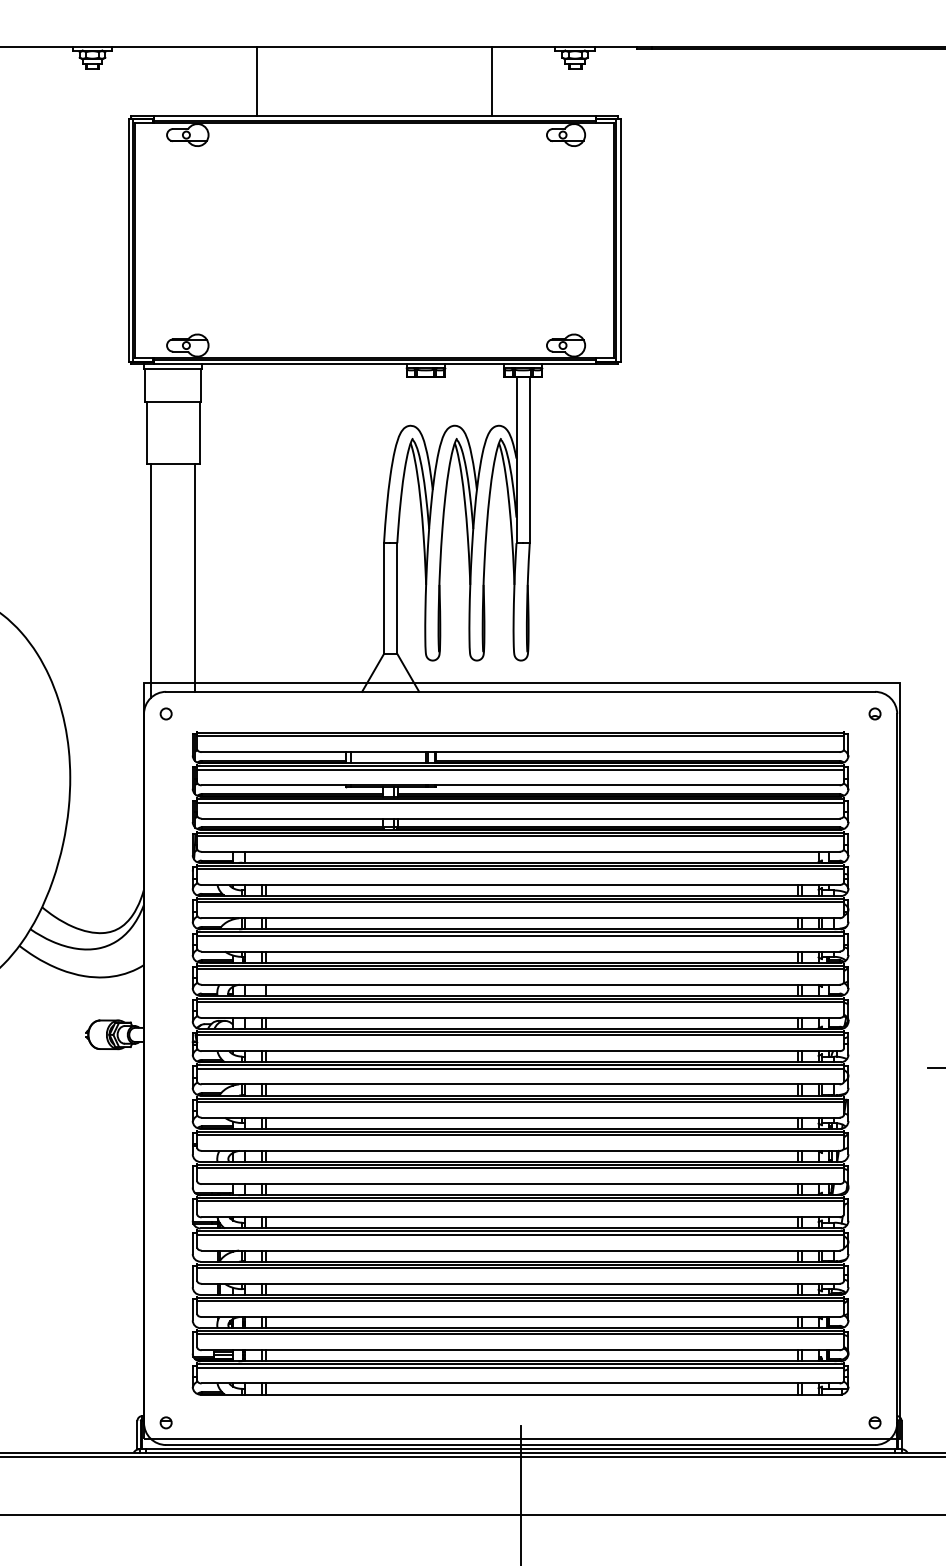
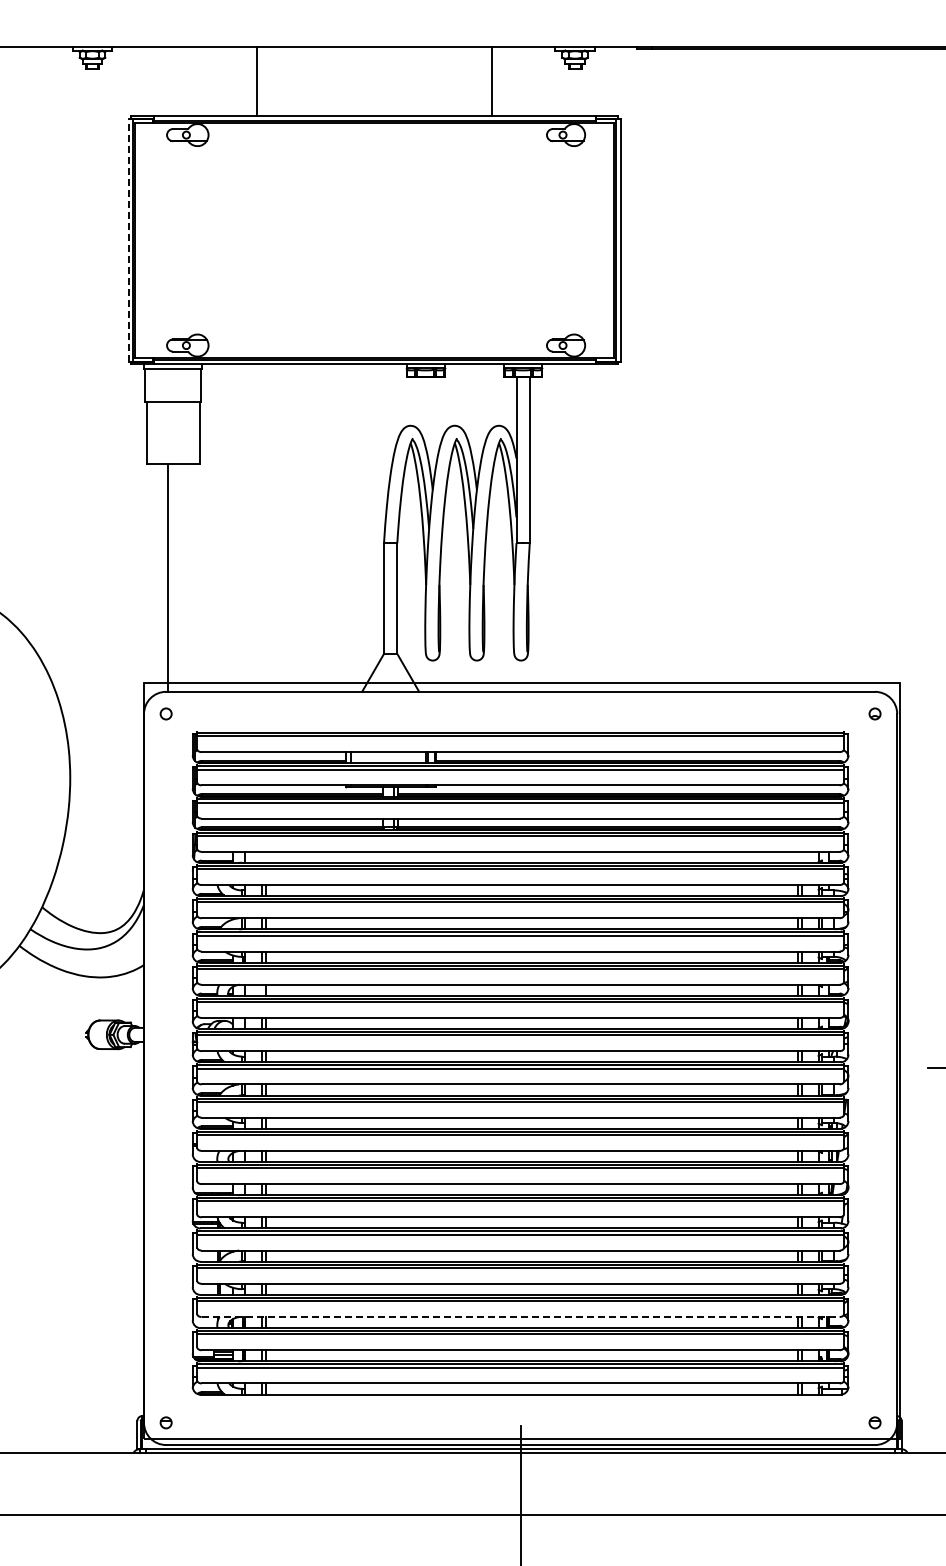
line at (128, 240): solid -> dashed
line at (195, 577) position: (195, 577) -> (168, 577)
line at (150, 580): present -> none
line at (520, 1317): solid -> dashed
line at (472, 1456): present -> none
